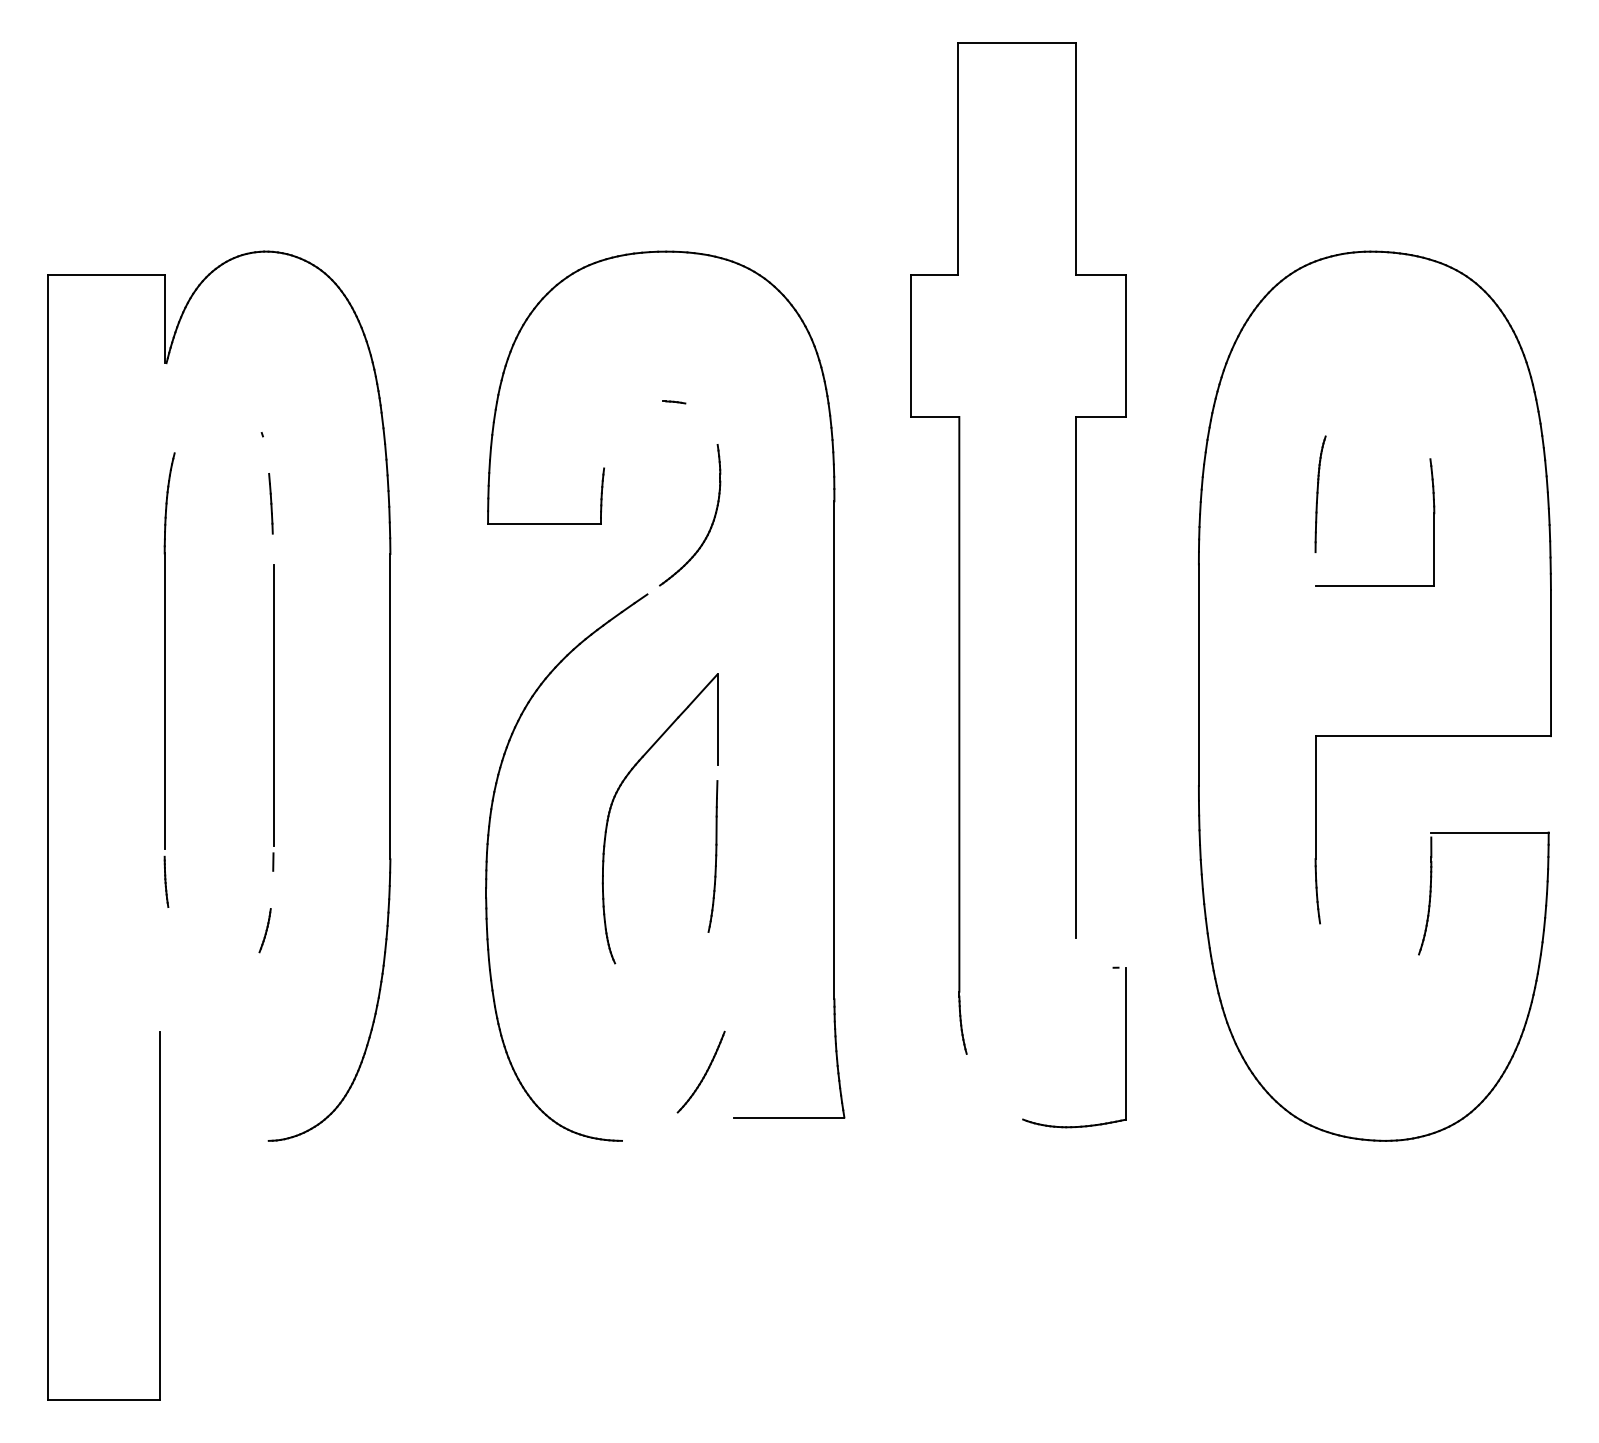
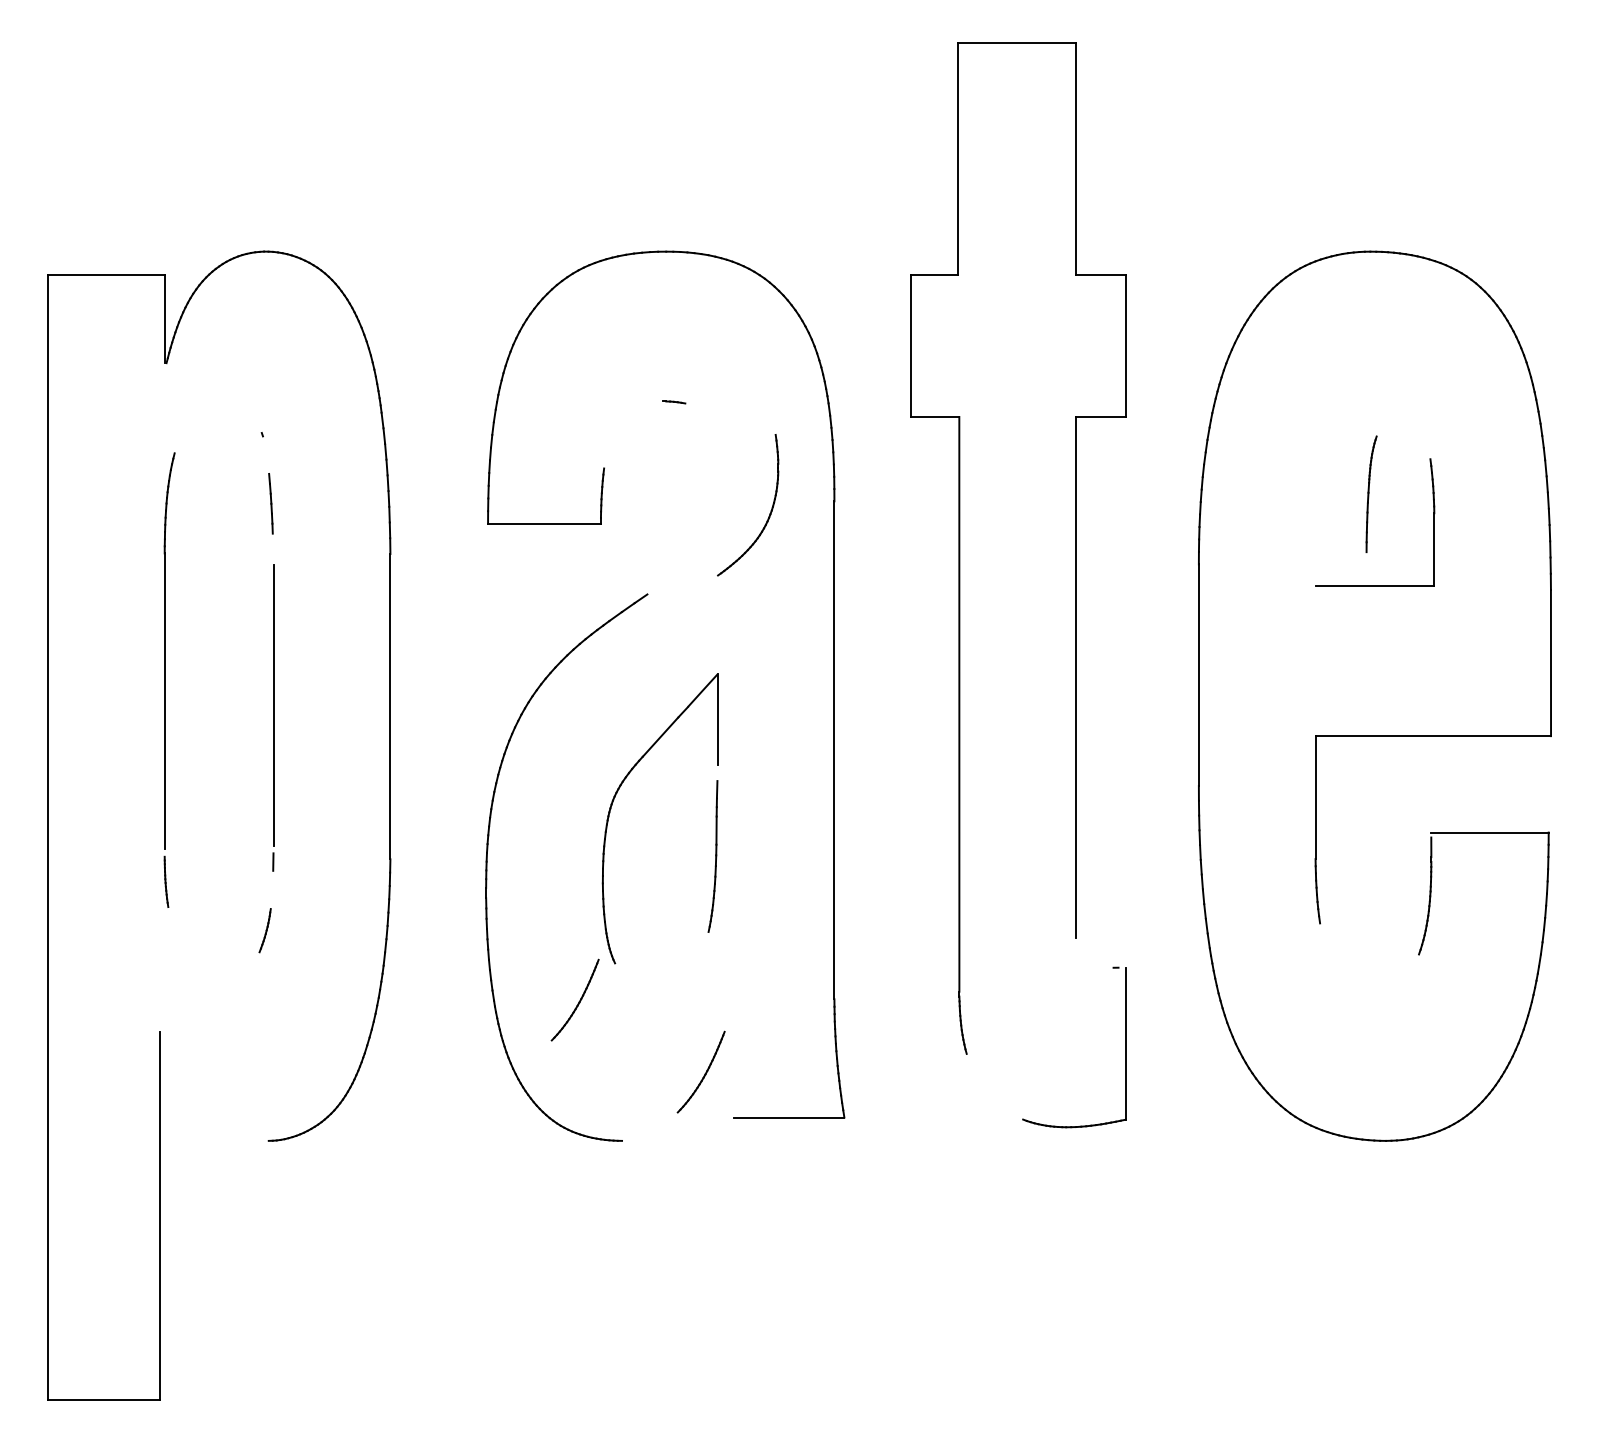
part at (1320, 493) position: (1320, 493) -> (1371, 493)
part at (711, 523) position: (711, 523) -> (769, 513)
part at (574, 999): none -> present
